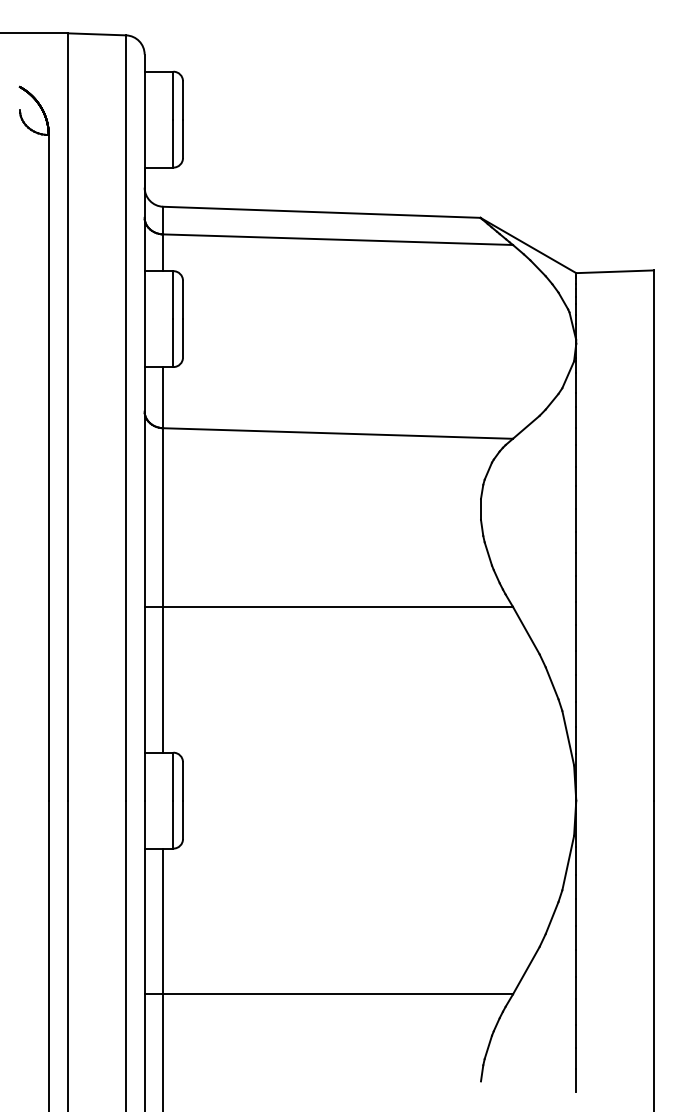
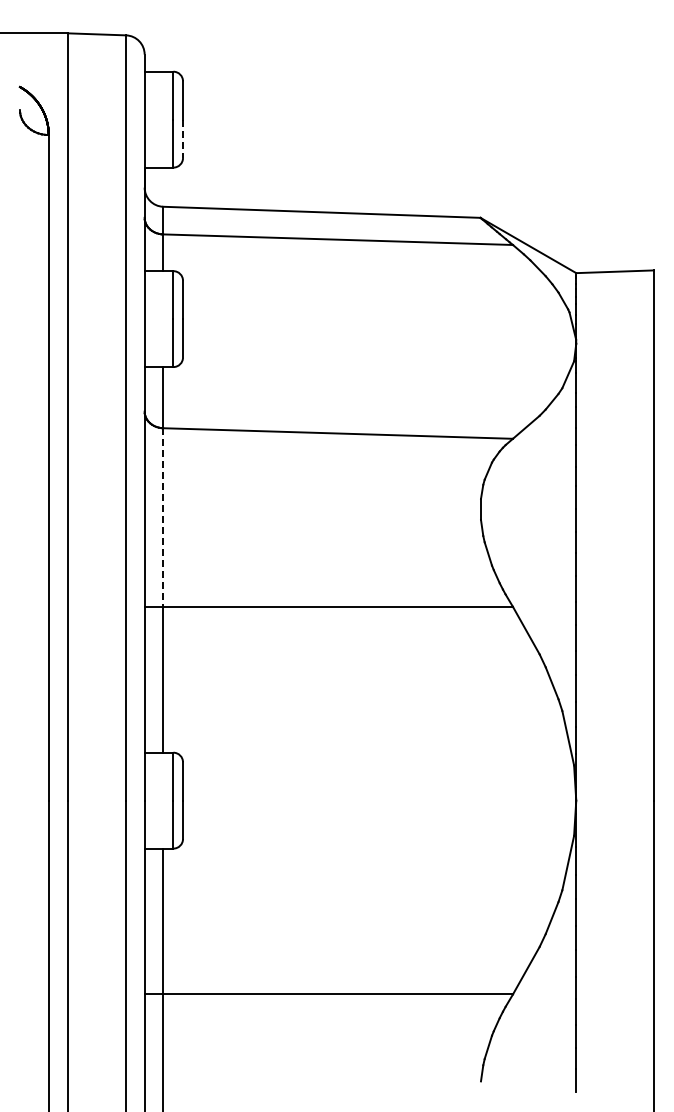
line at (183, 139): solid -> dashed
line at (163, 518): solid -> dashed
